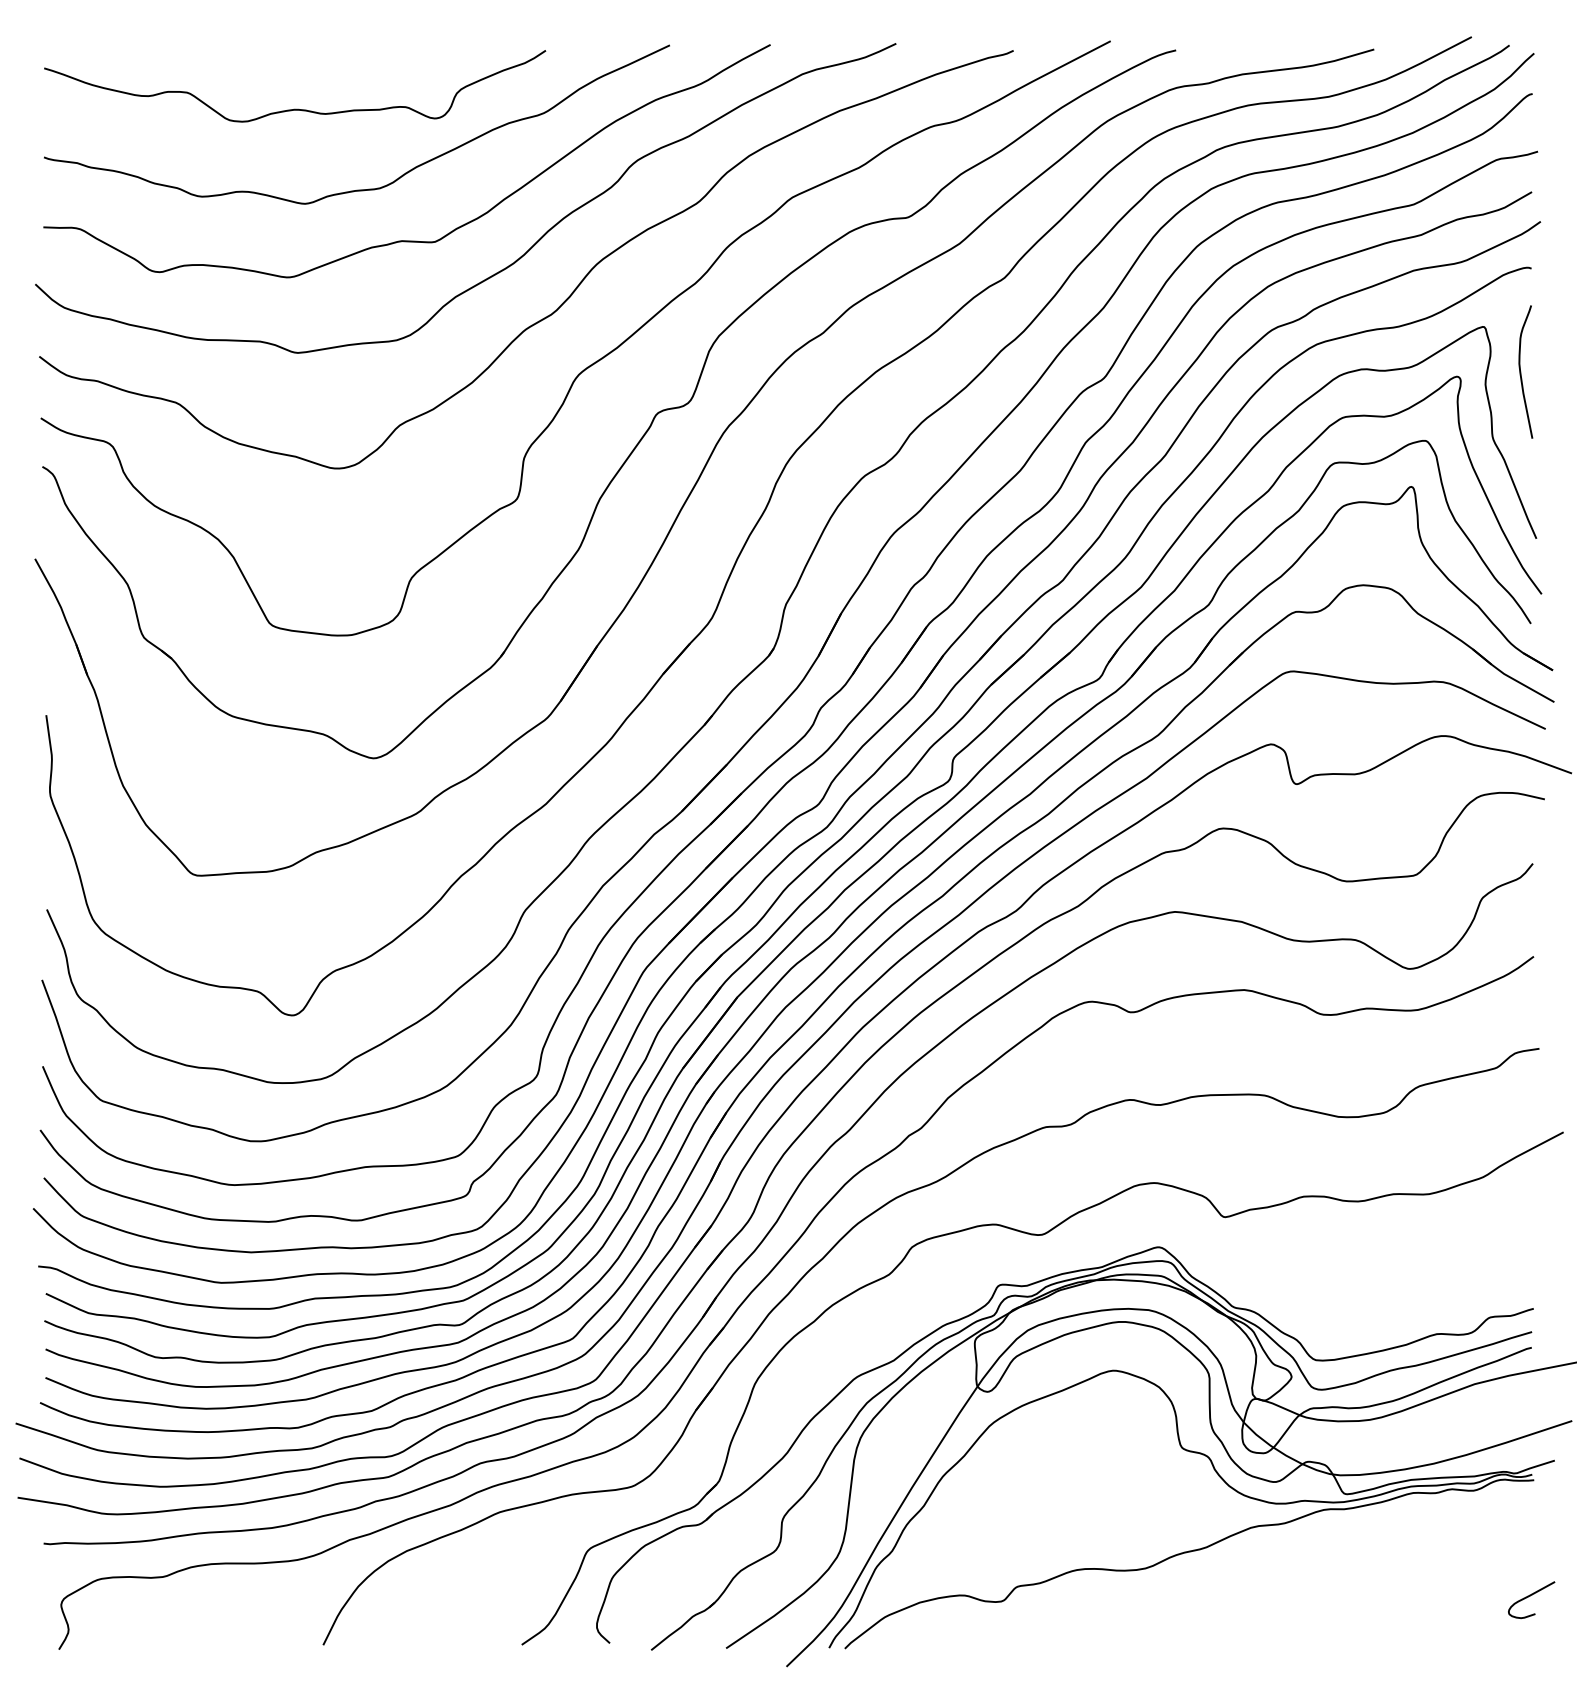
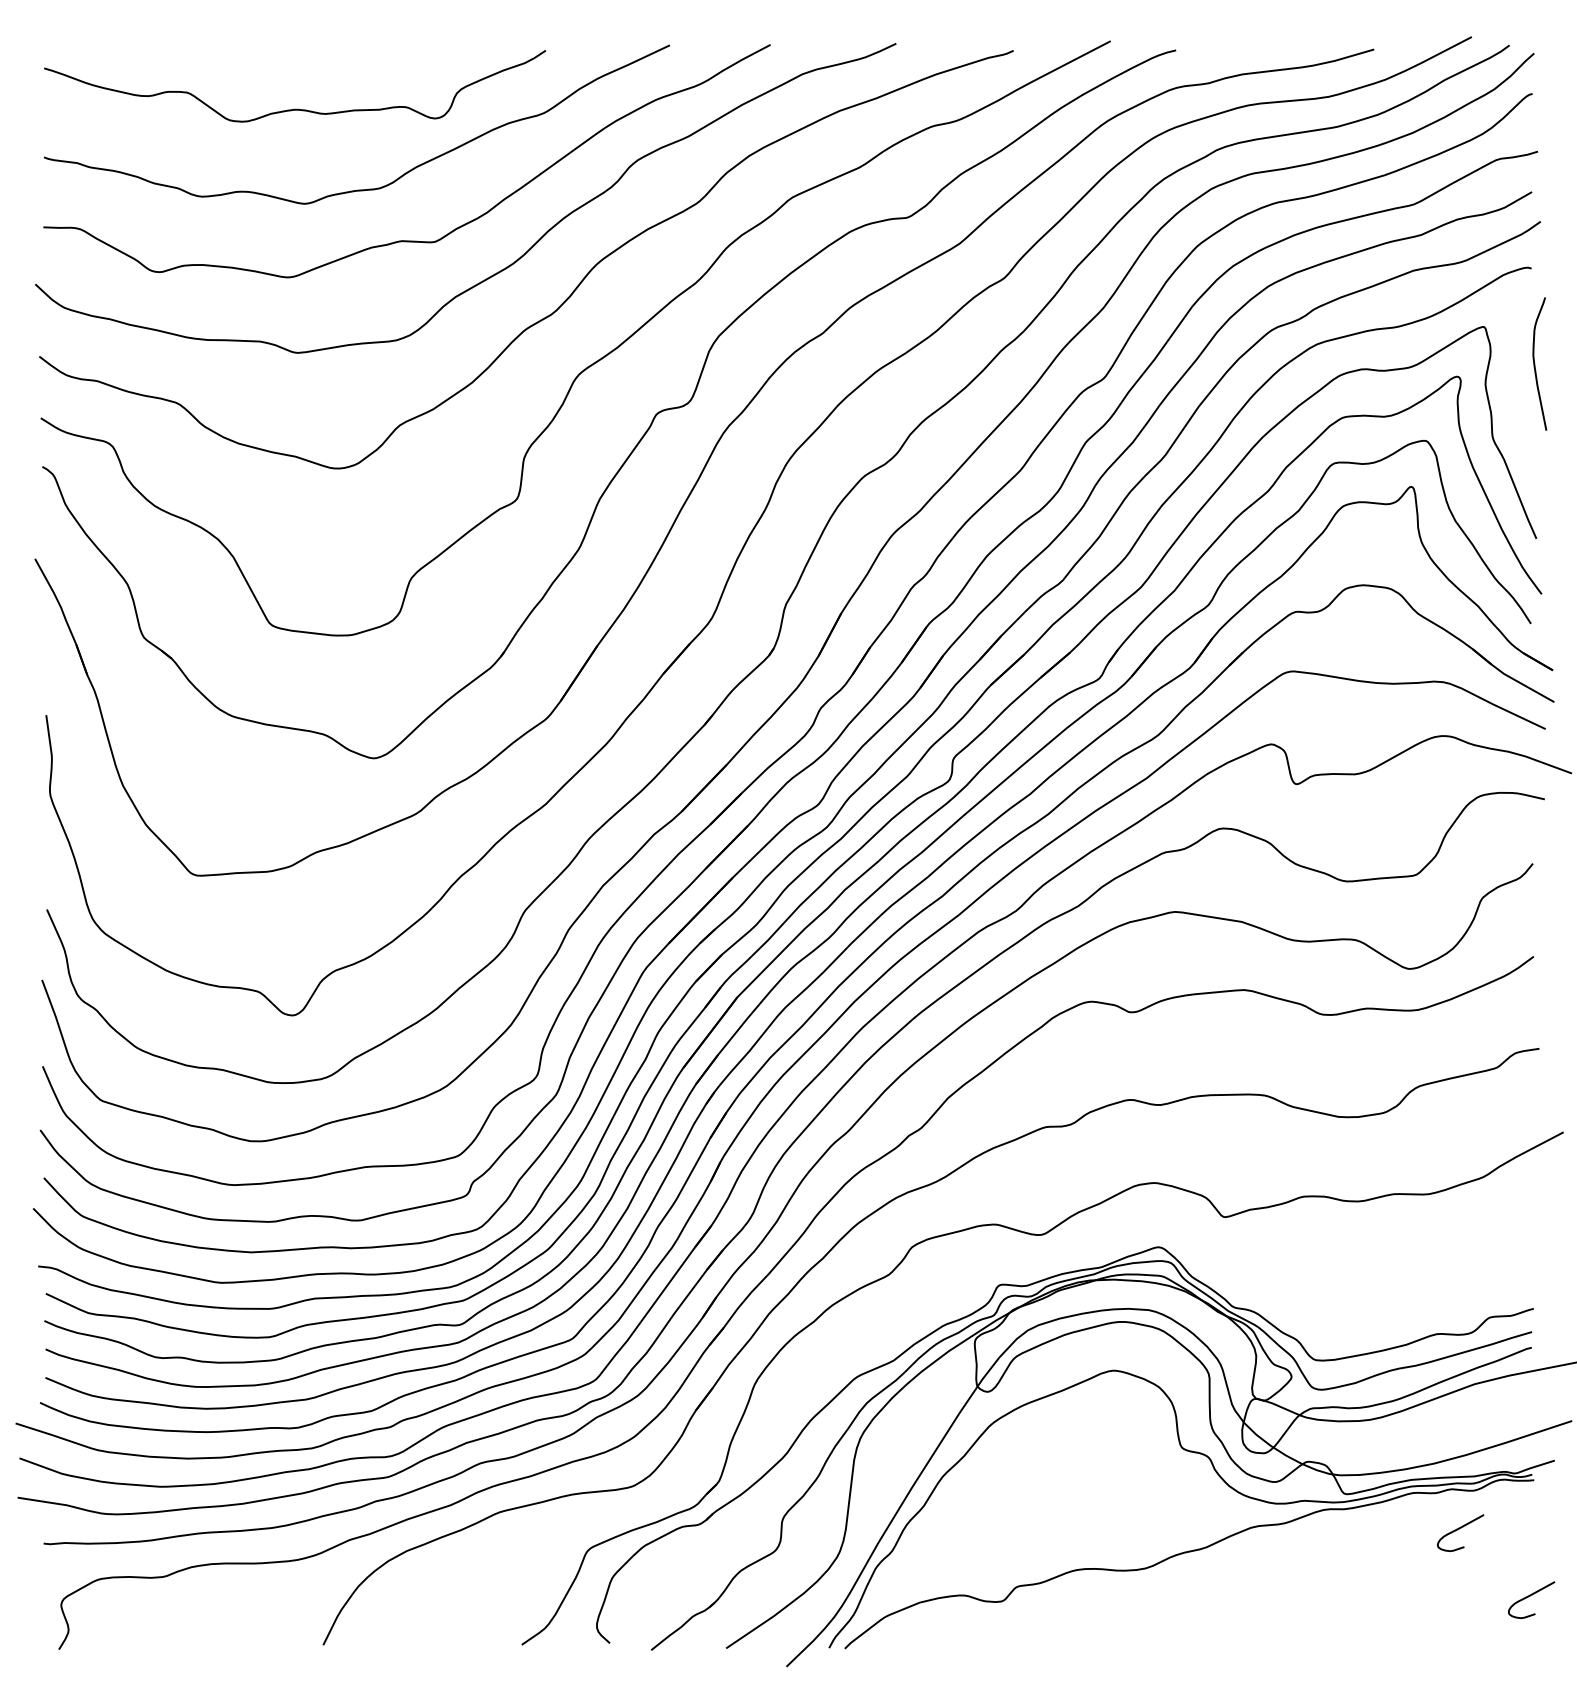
curve at (1521, 371) position: (1521, 371) -> (1535, 363)
curve at (1459, 1529): none -> present
